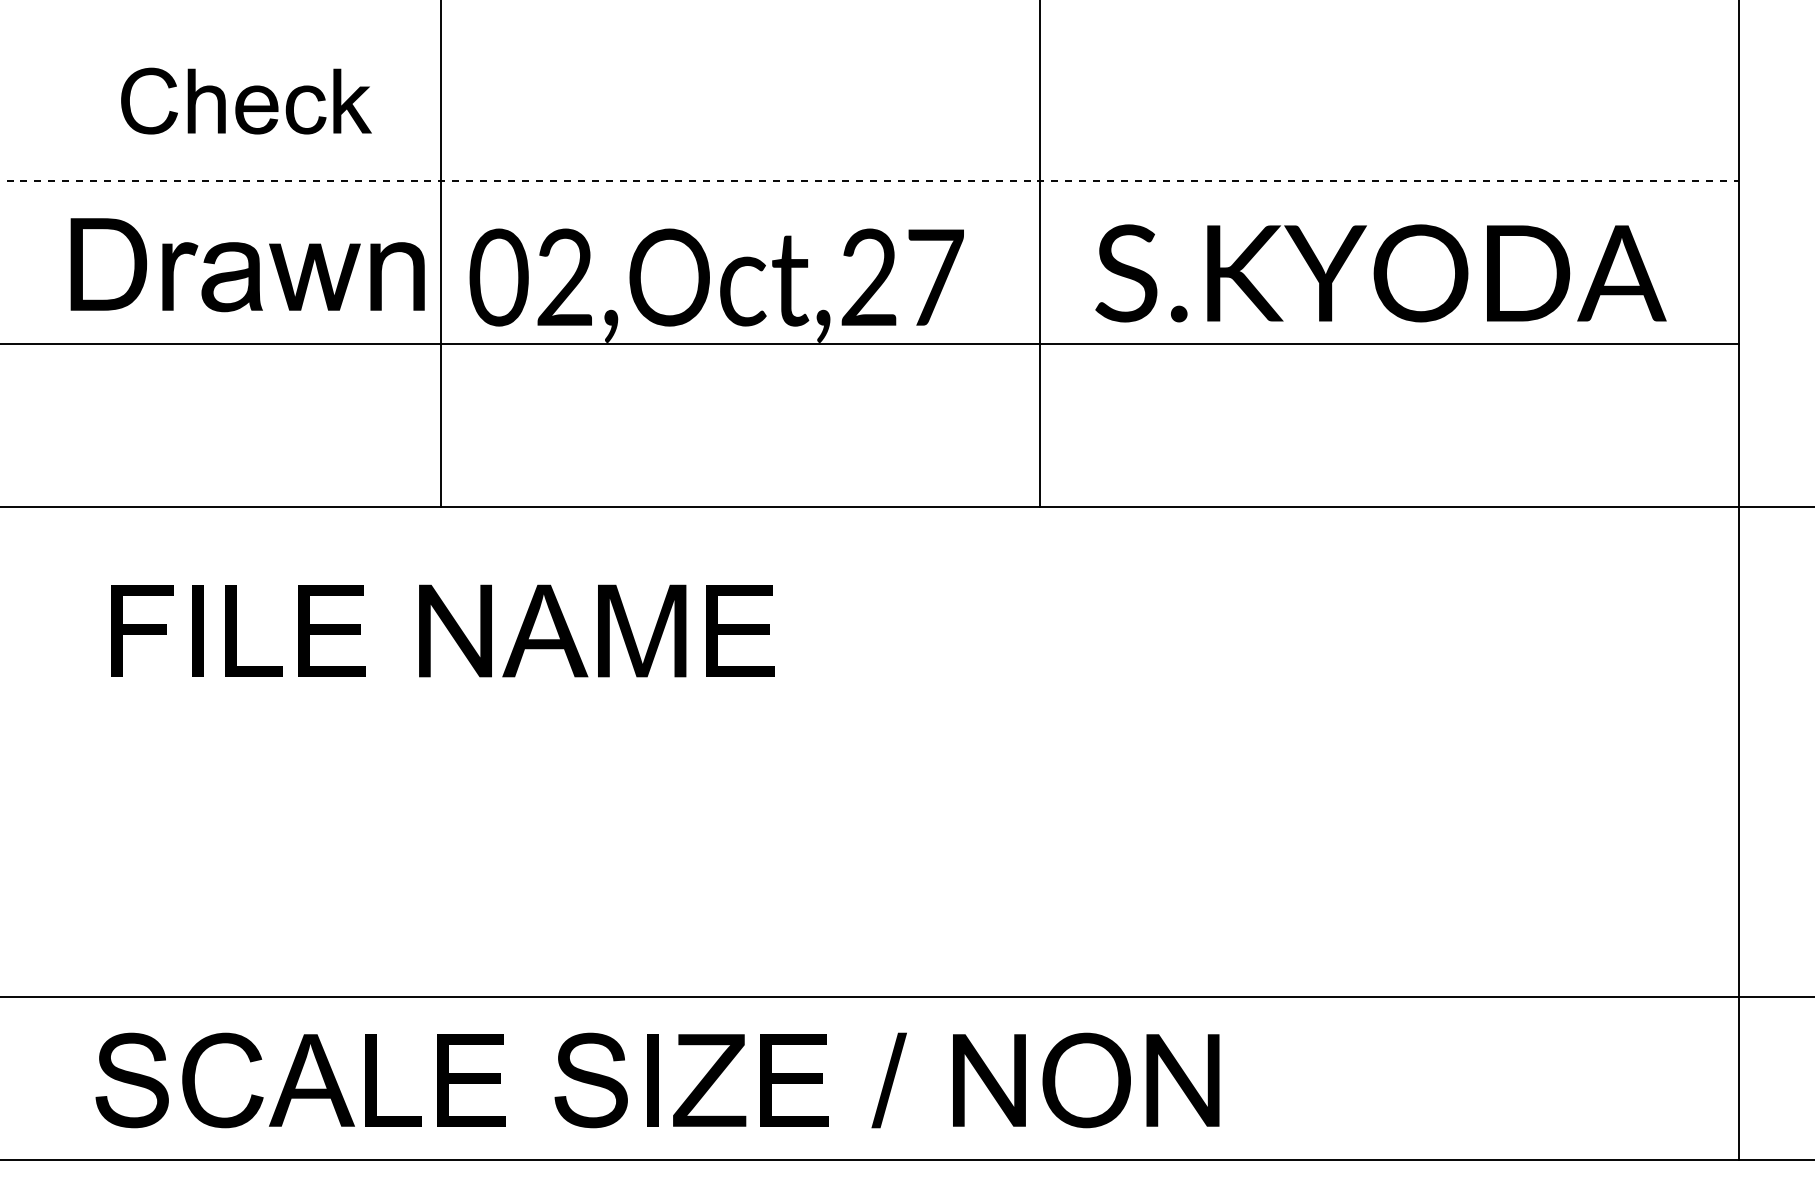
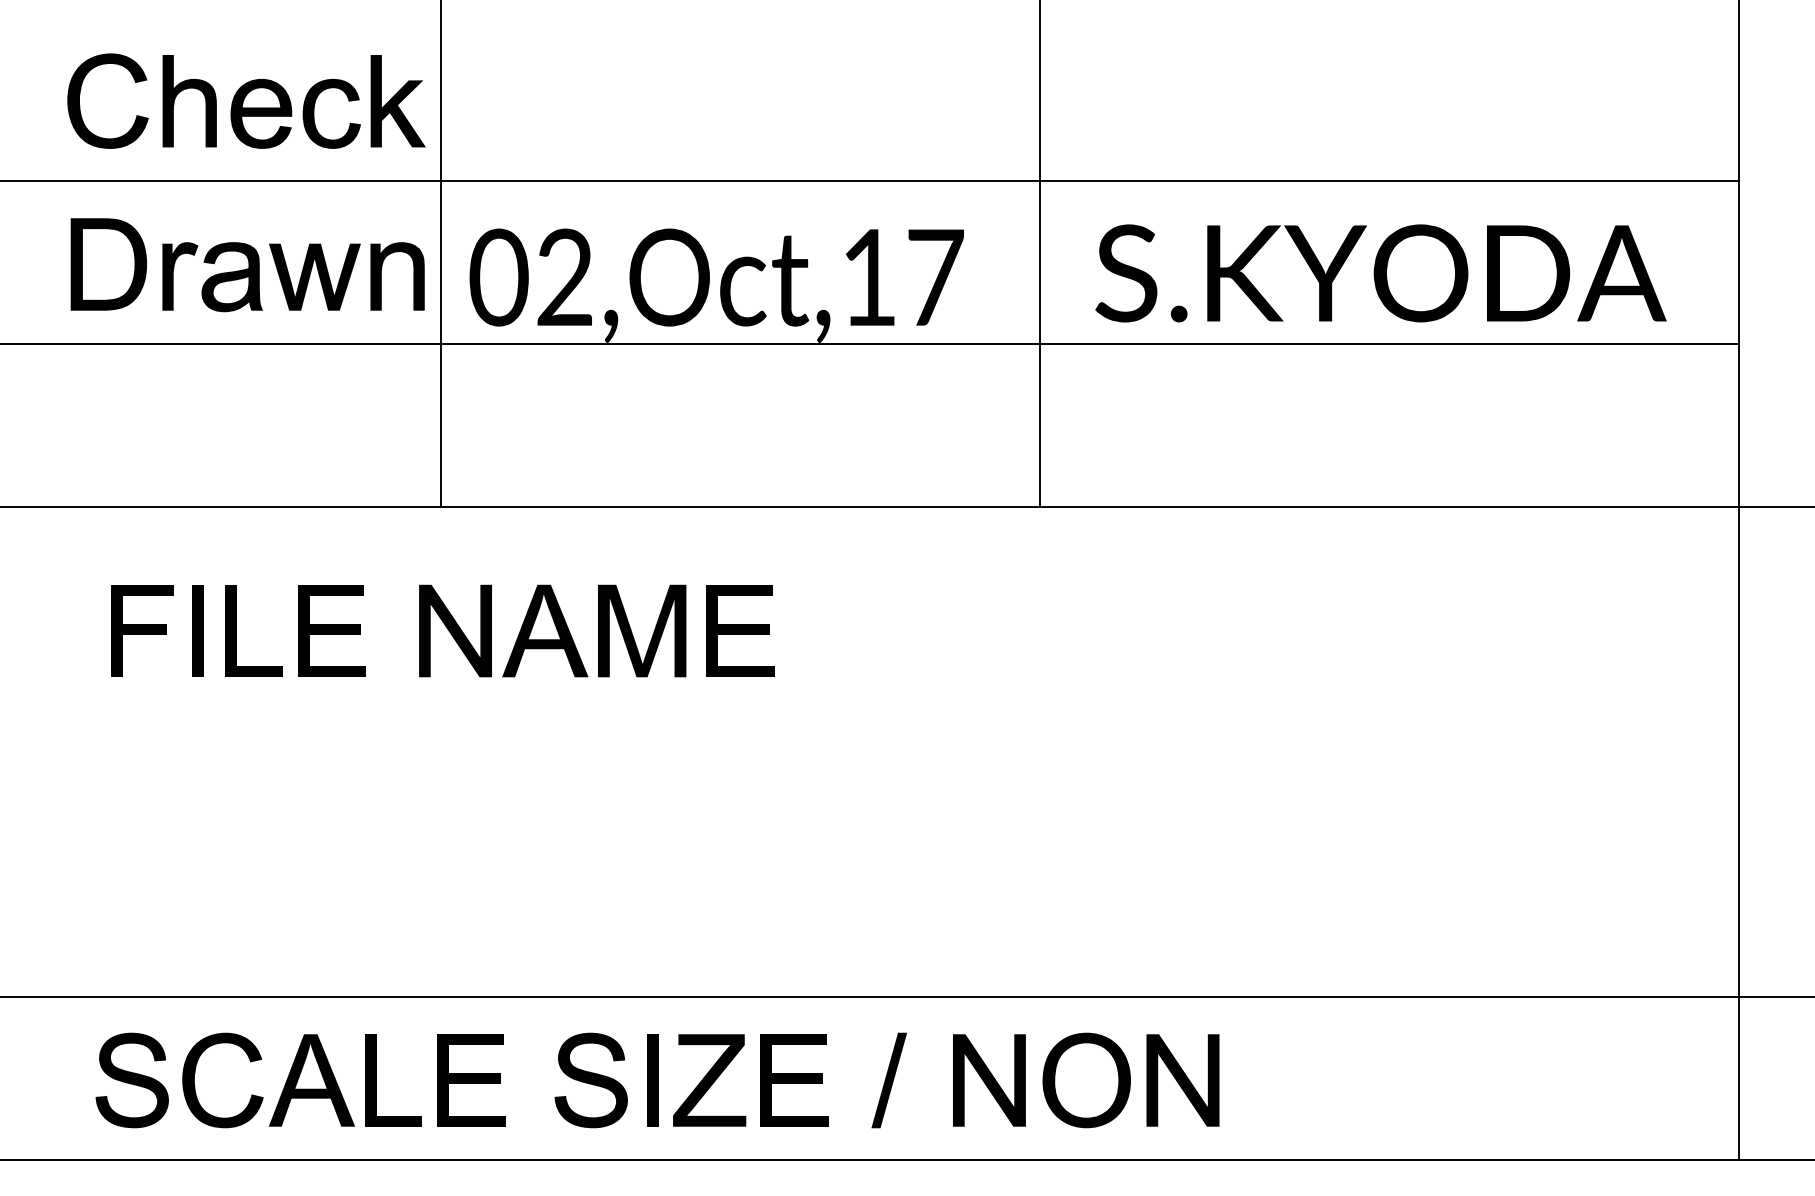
part at (246, 100) size: 251x68 px -> 359x96 px
line at (870, 181): dashed -> solid
text at (868, 276): 02,Oct,27 -> 02,Oct,17
